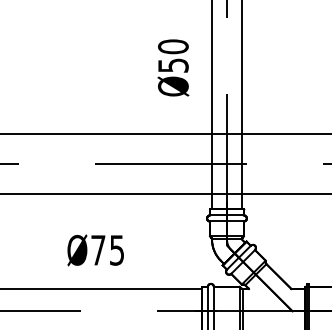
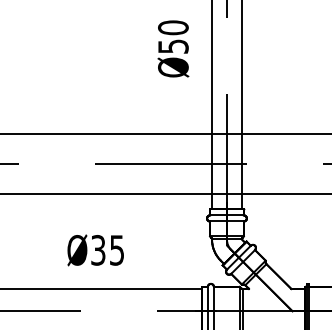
text at (173, 67) position: (173, 67) -> (173, 48)
text at (98, 250): Ø75 -> Ø35
